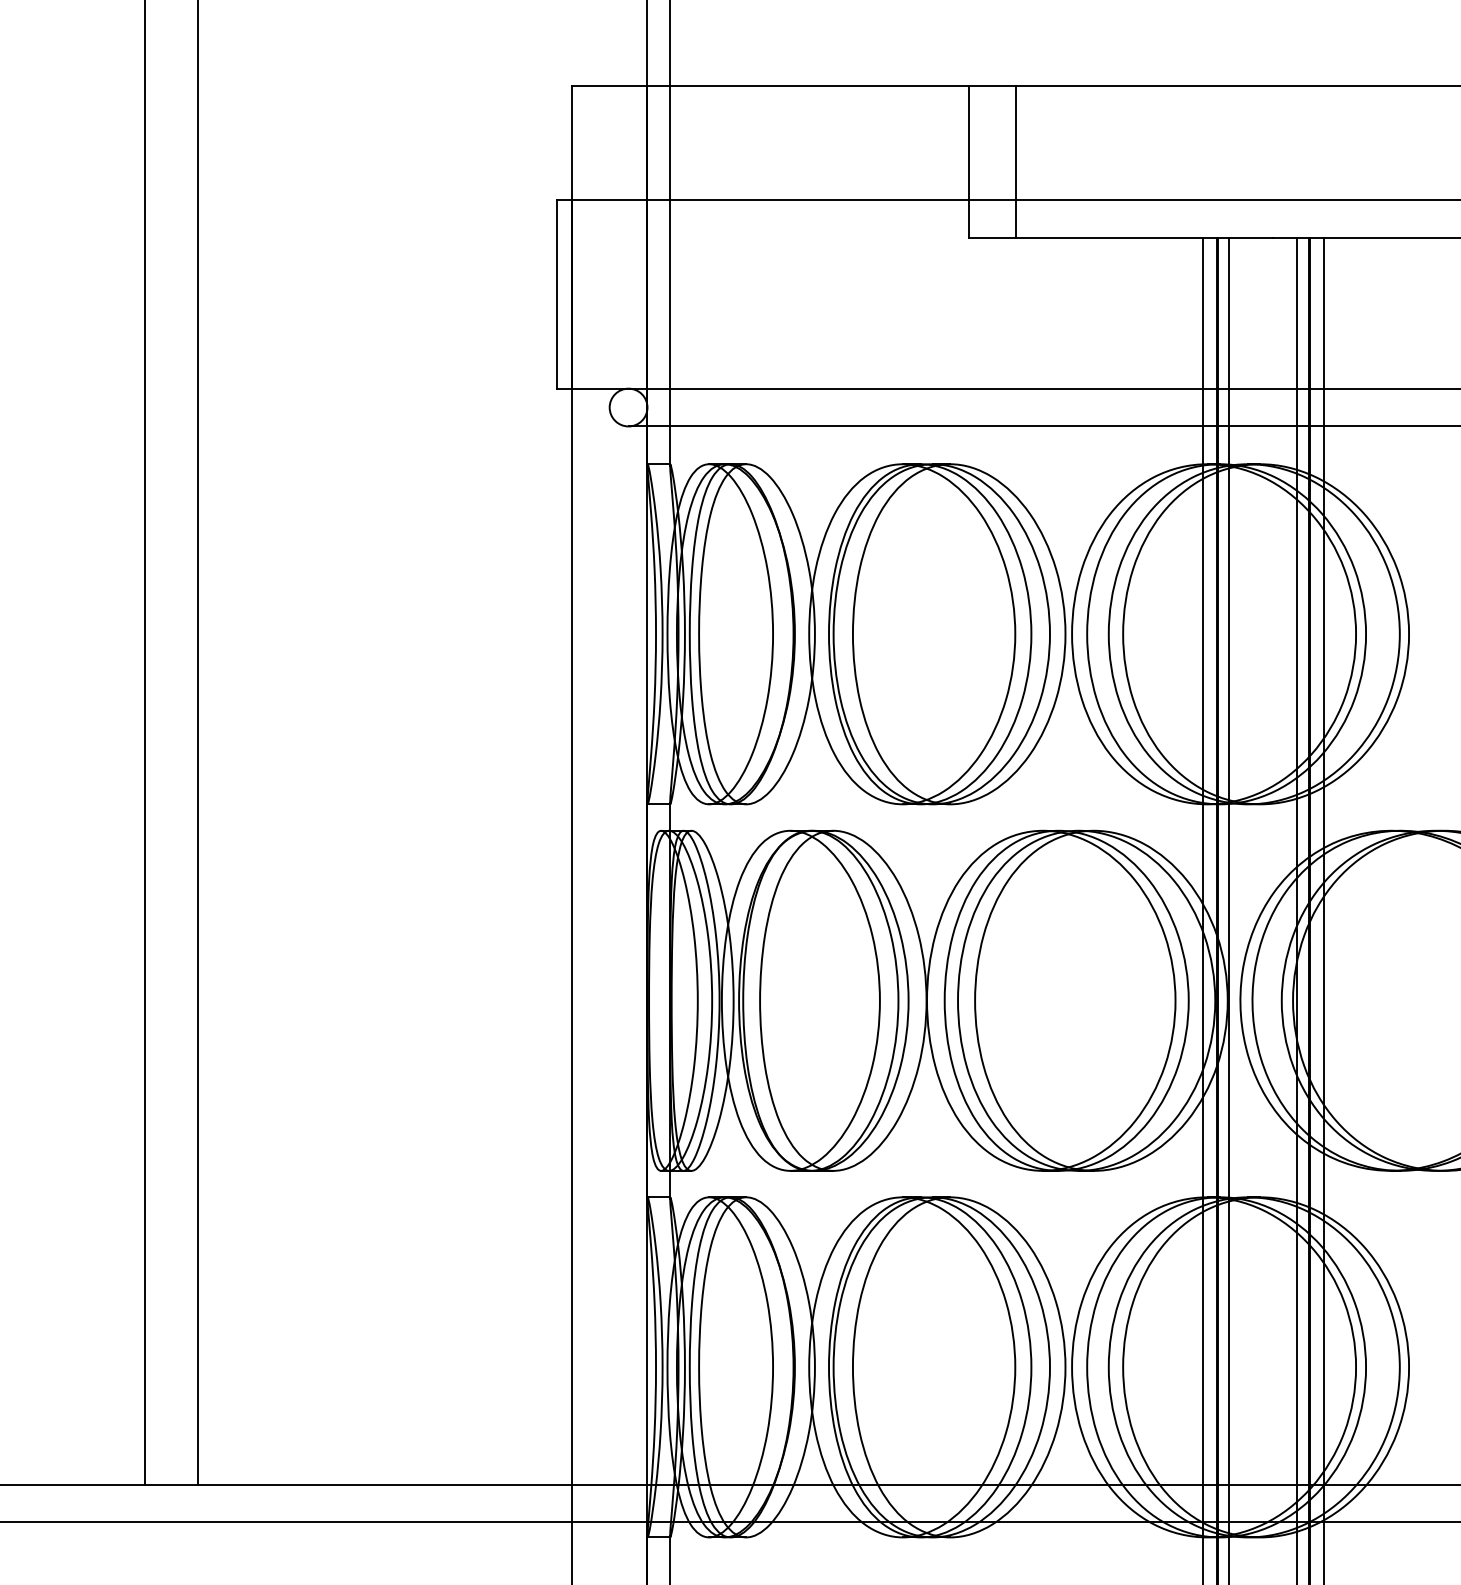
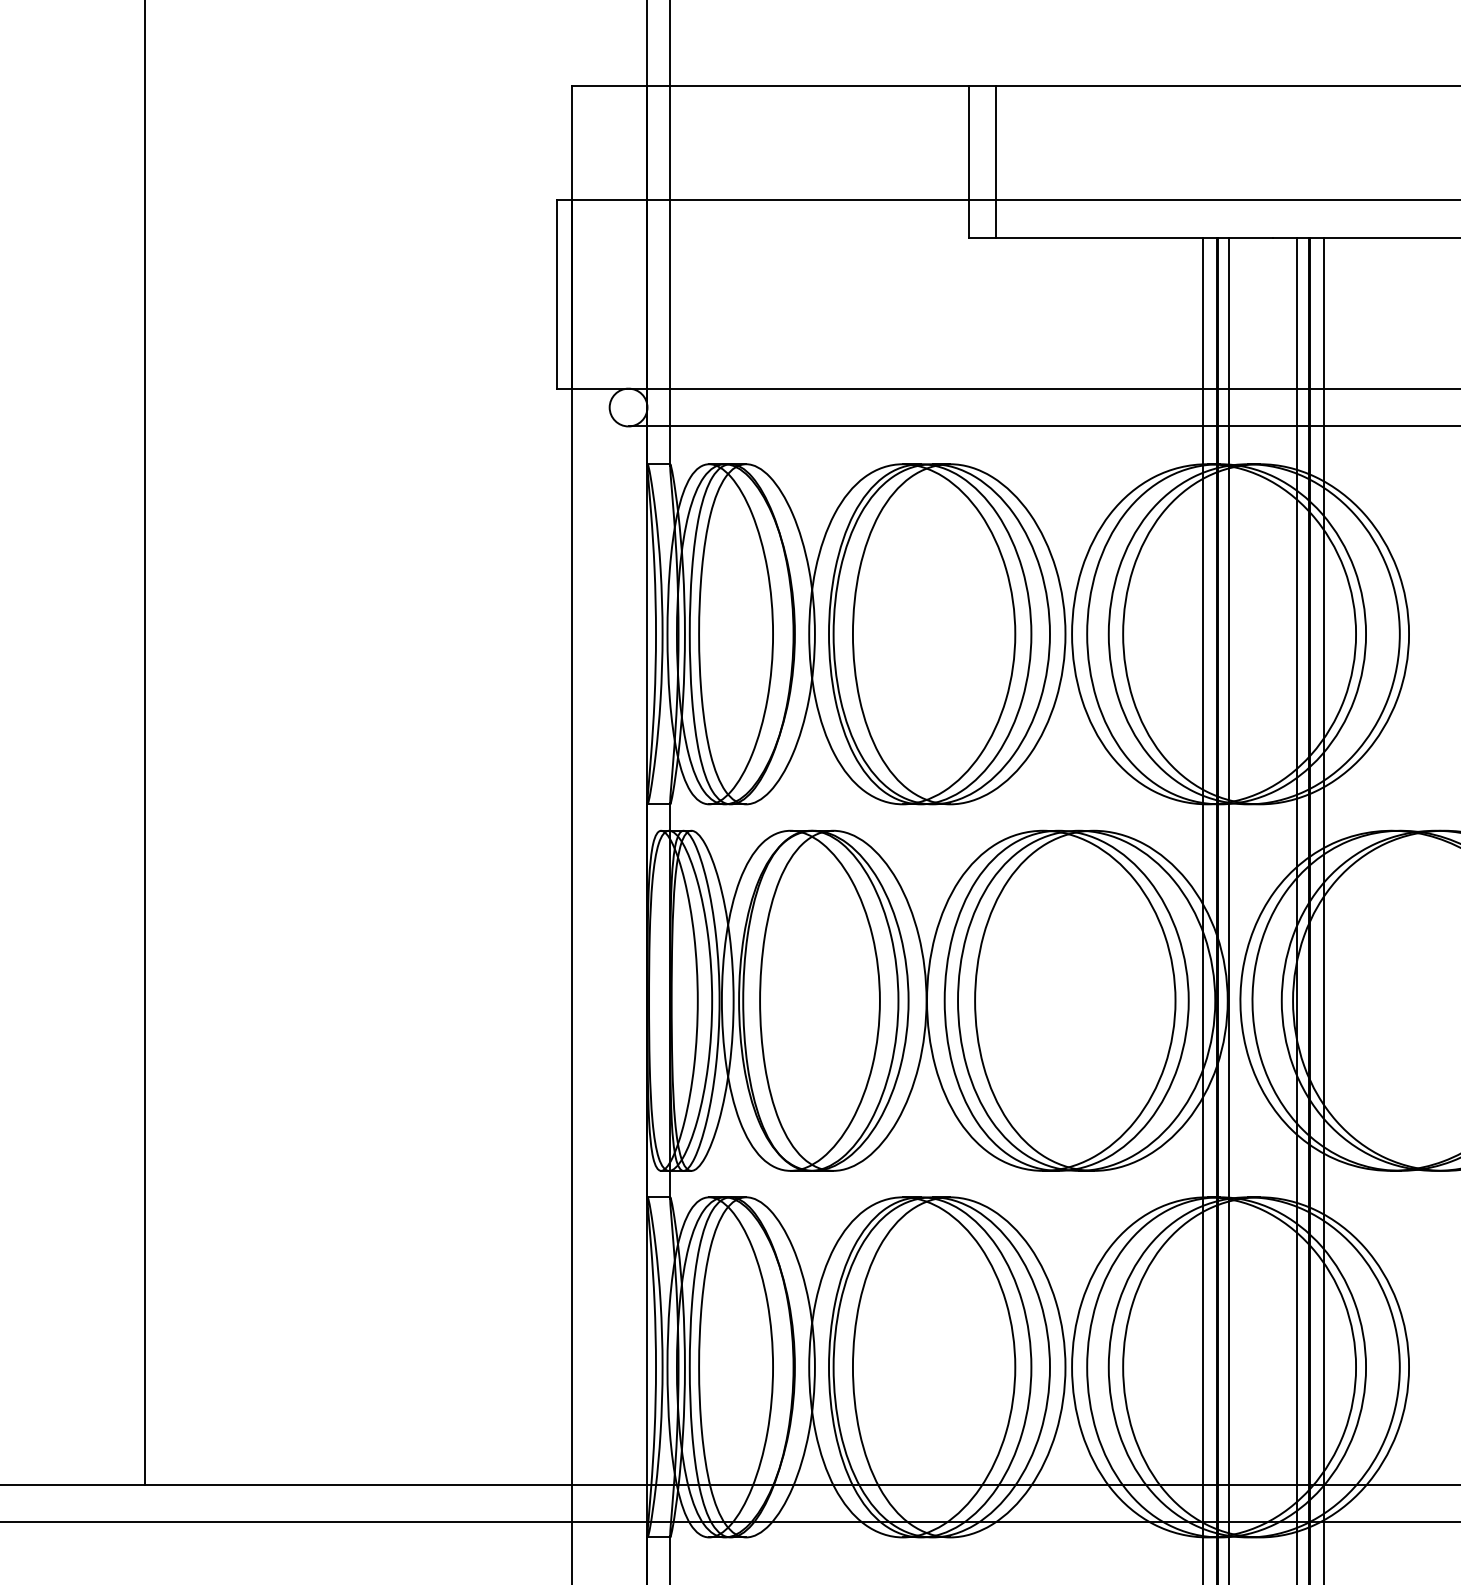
line at (1015, 161) position: (1015, 161) -> (995, 161)
line at (198, 743): present -> none
